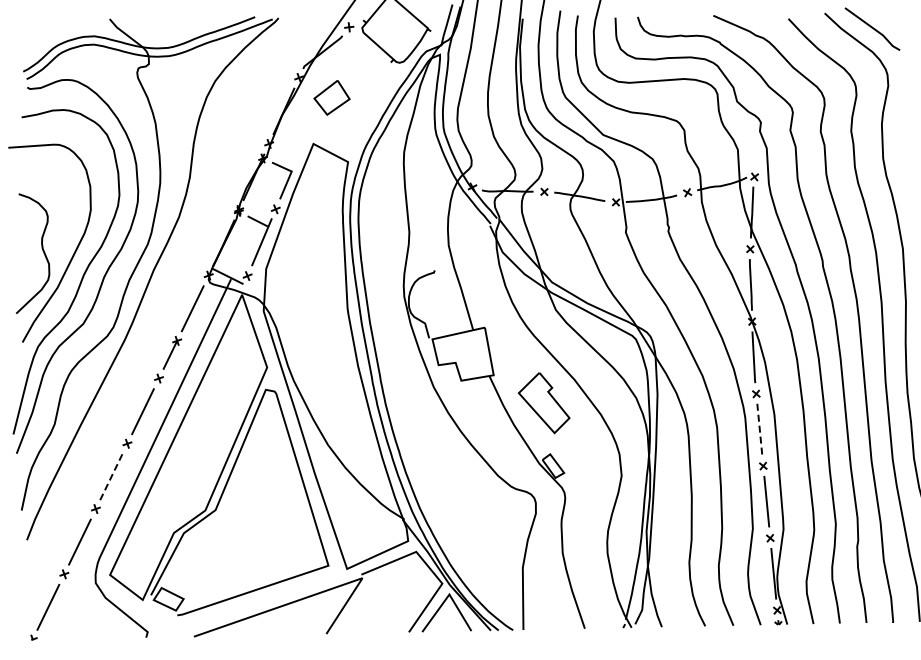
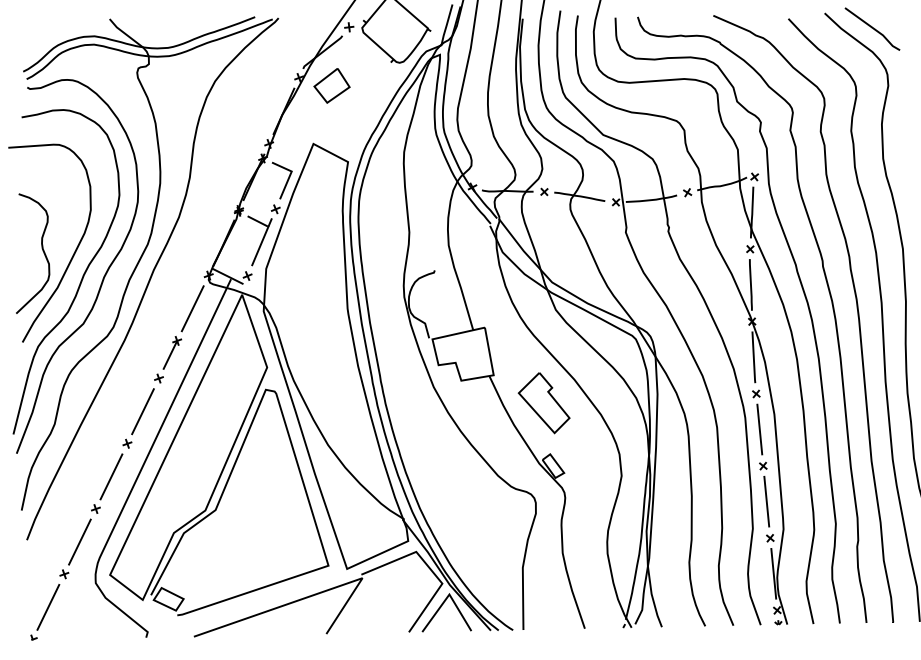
part at (331, 97) position: (331, 97) -> (331, 85)
line at (759, 429): dashed -> solid
line at (111, 476): dashed -> solid
